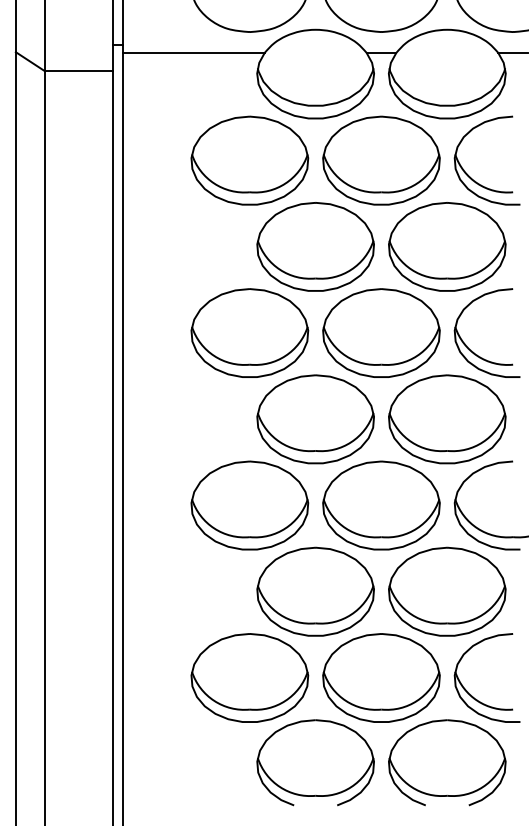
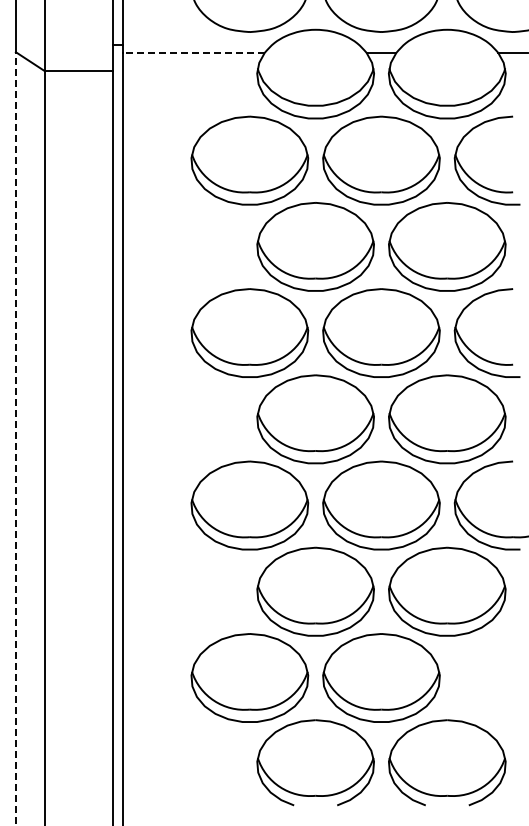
line at (193, 52): solid -> dashed
line at (15, 438): solid -> dashed
part at (472, 695): present -> none
